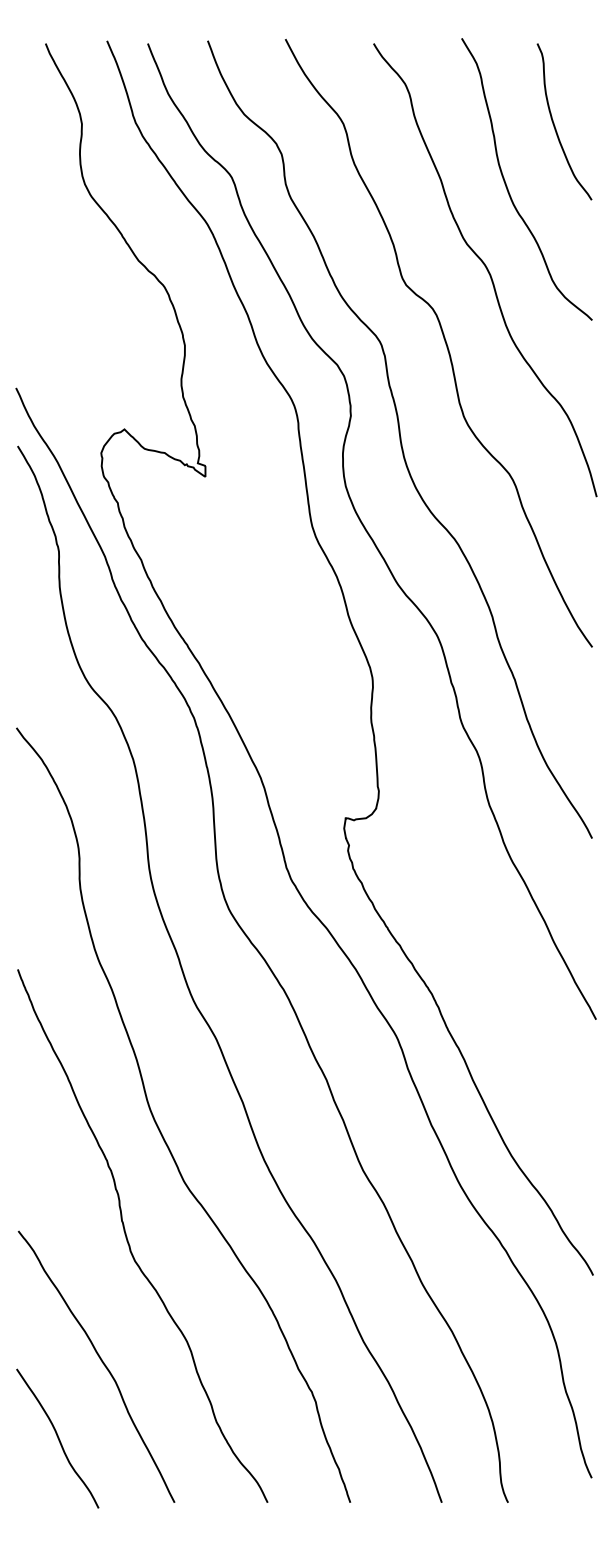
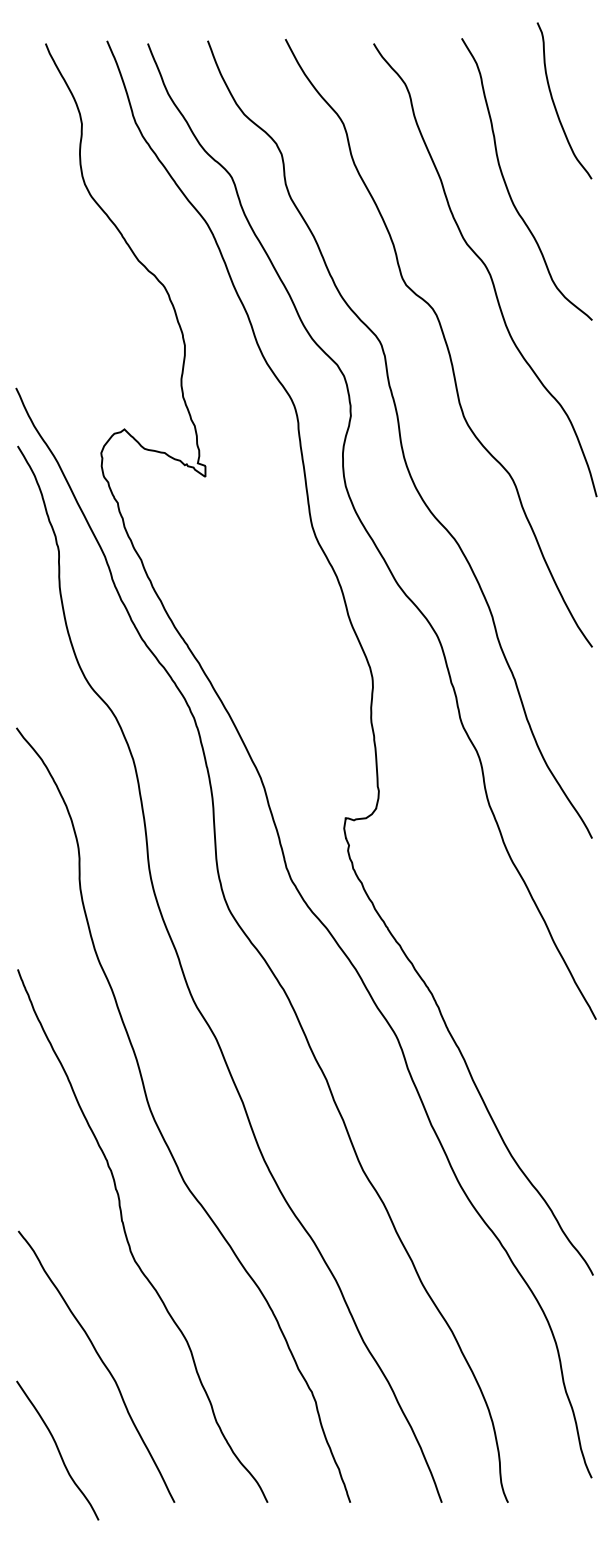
curve at (555, 125) position: (555, 125) -> (555, 104)
curve at (57, 1438) position: (57, 1438) -> (57, 1450)
